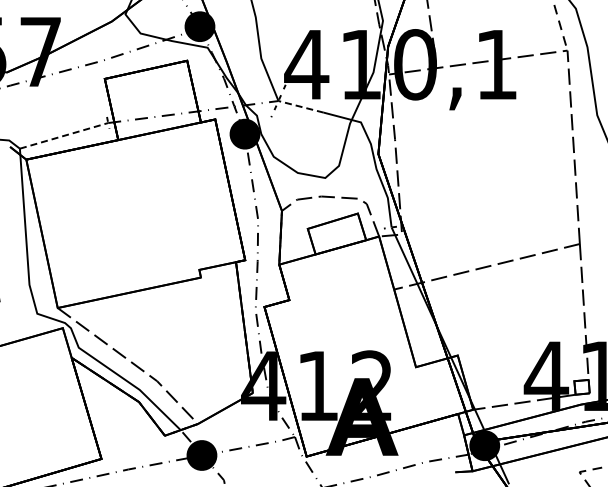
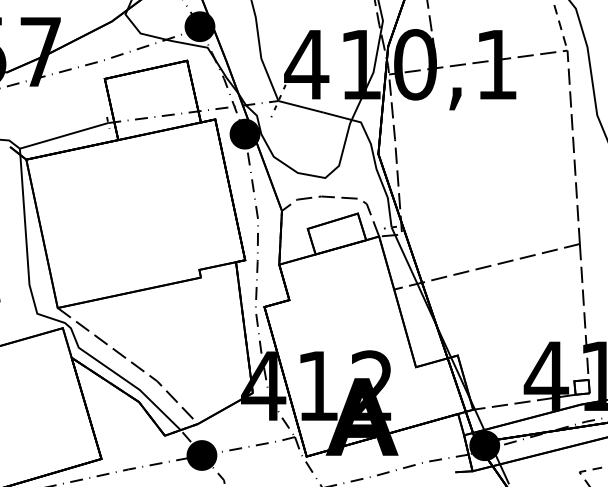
line at (300, 106): dashed -> solid
line at (64, 135): dashed -> solid
